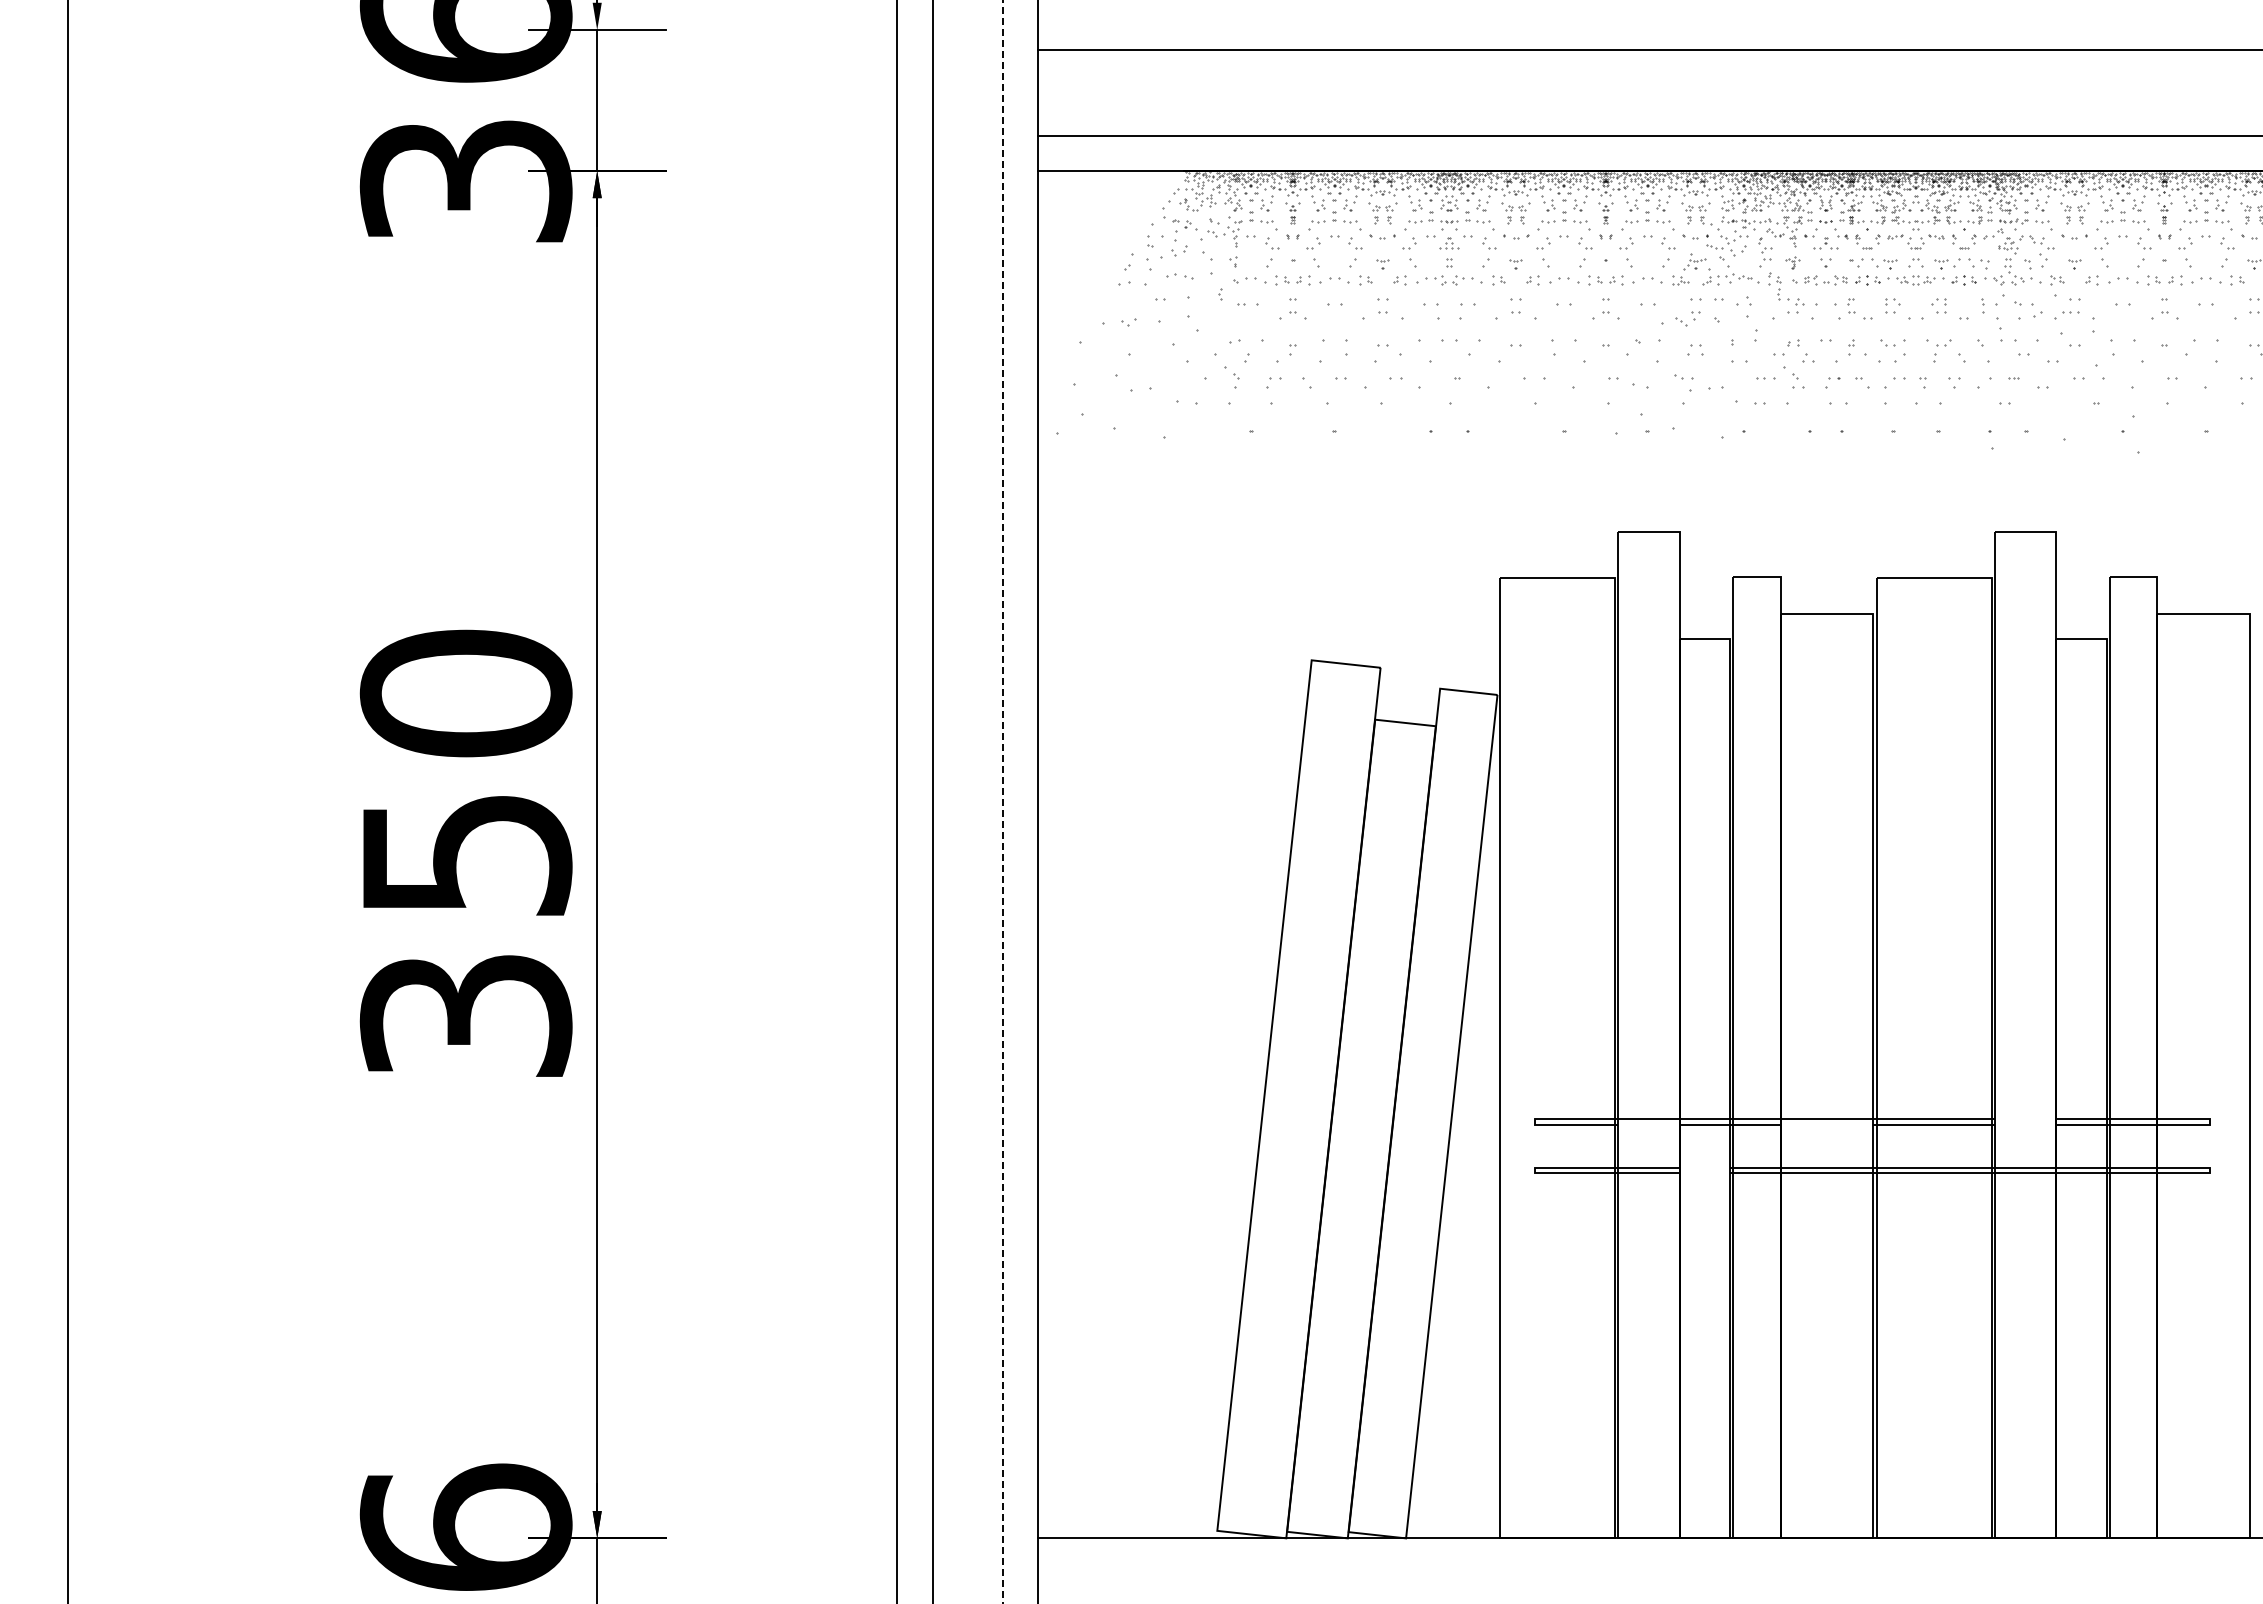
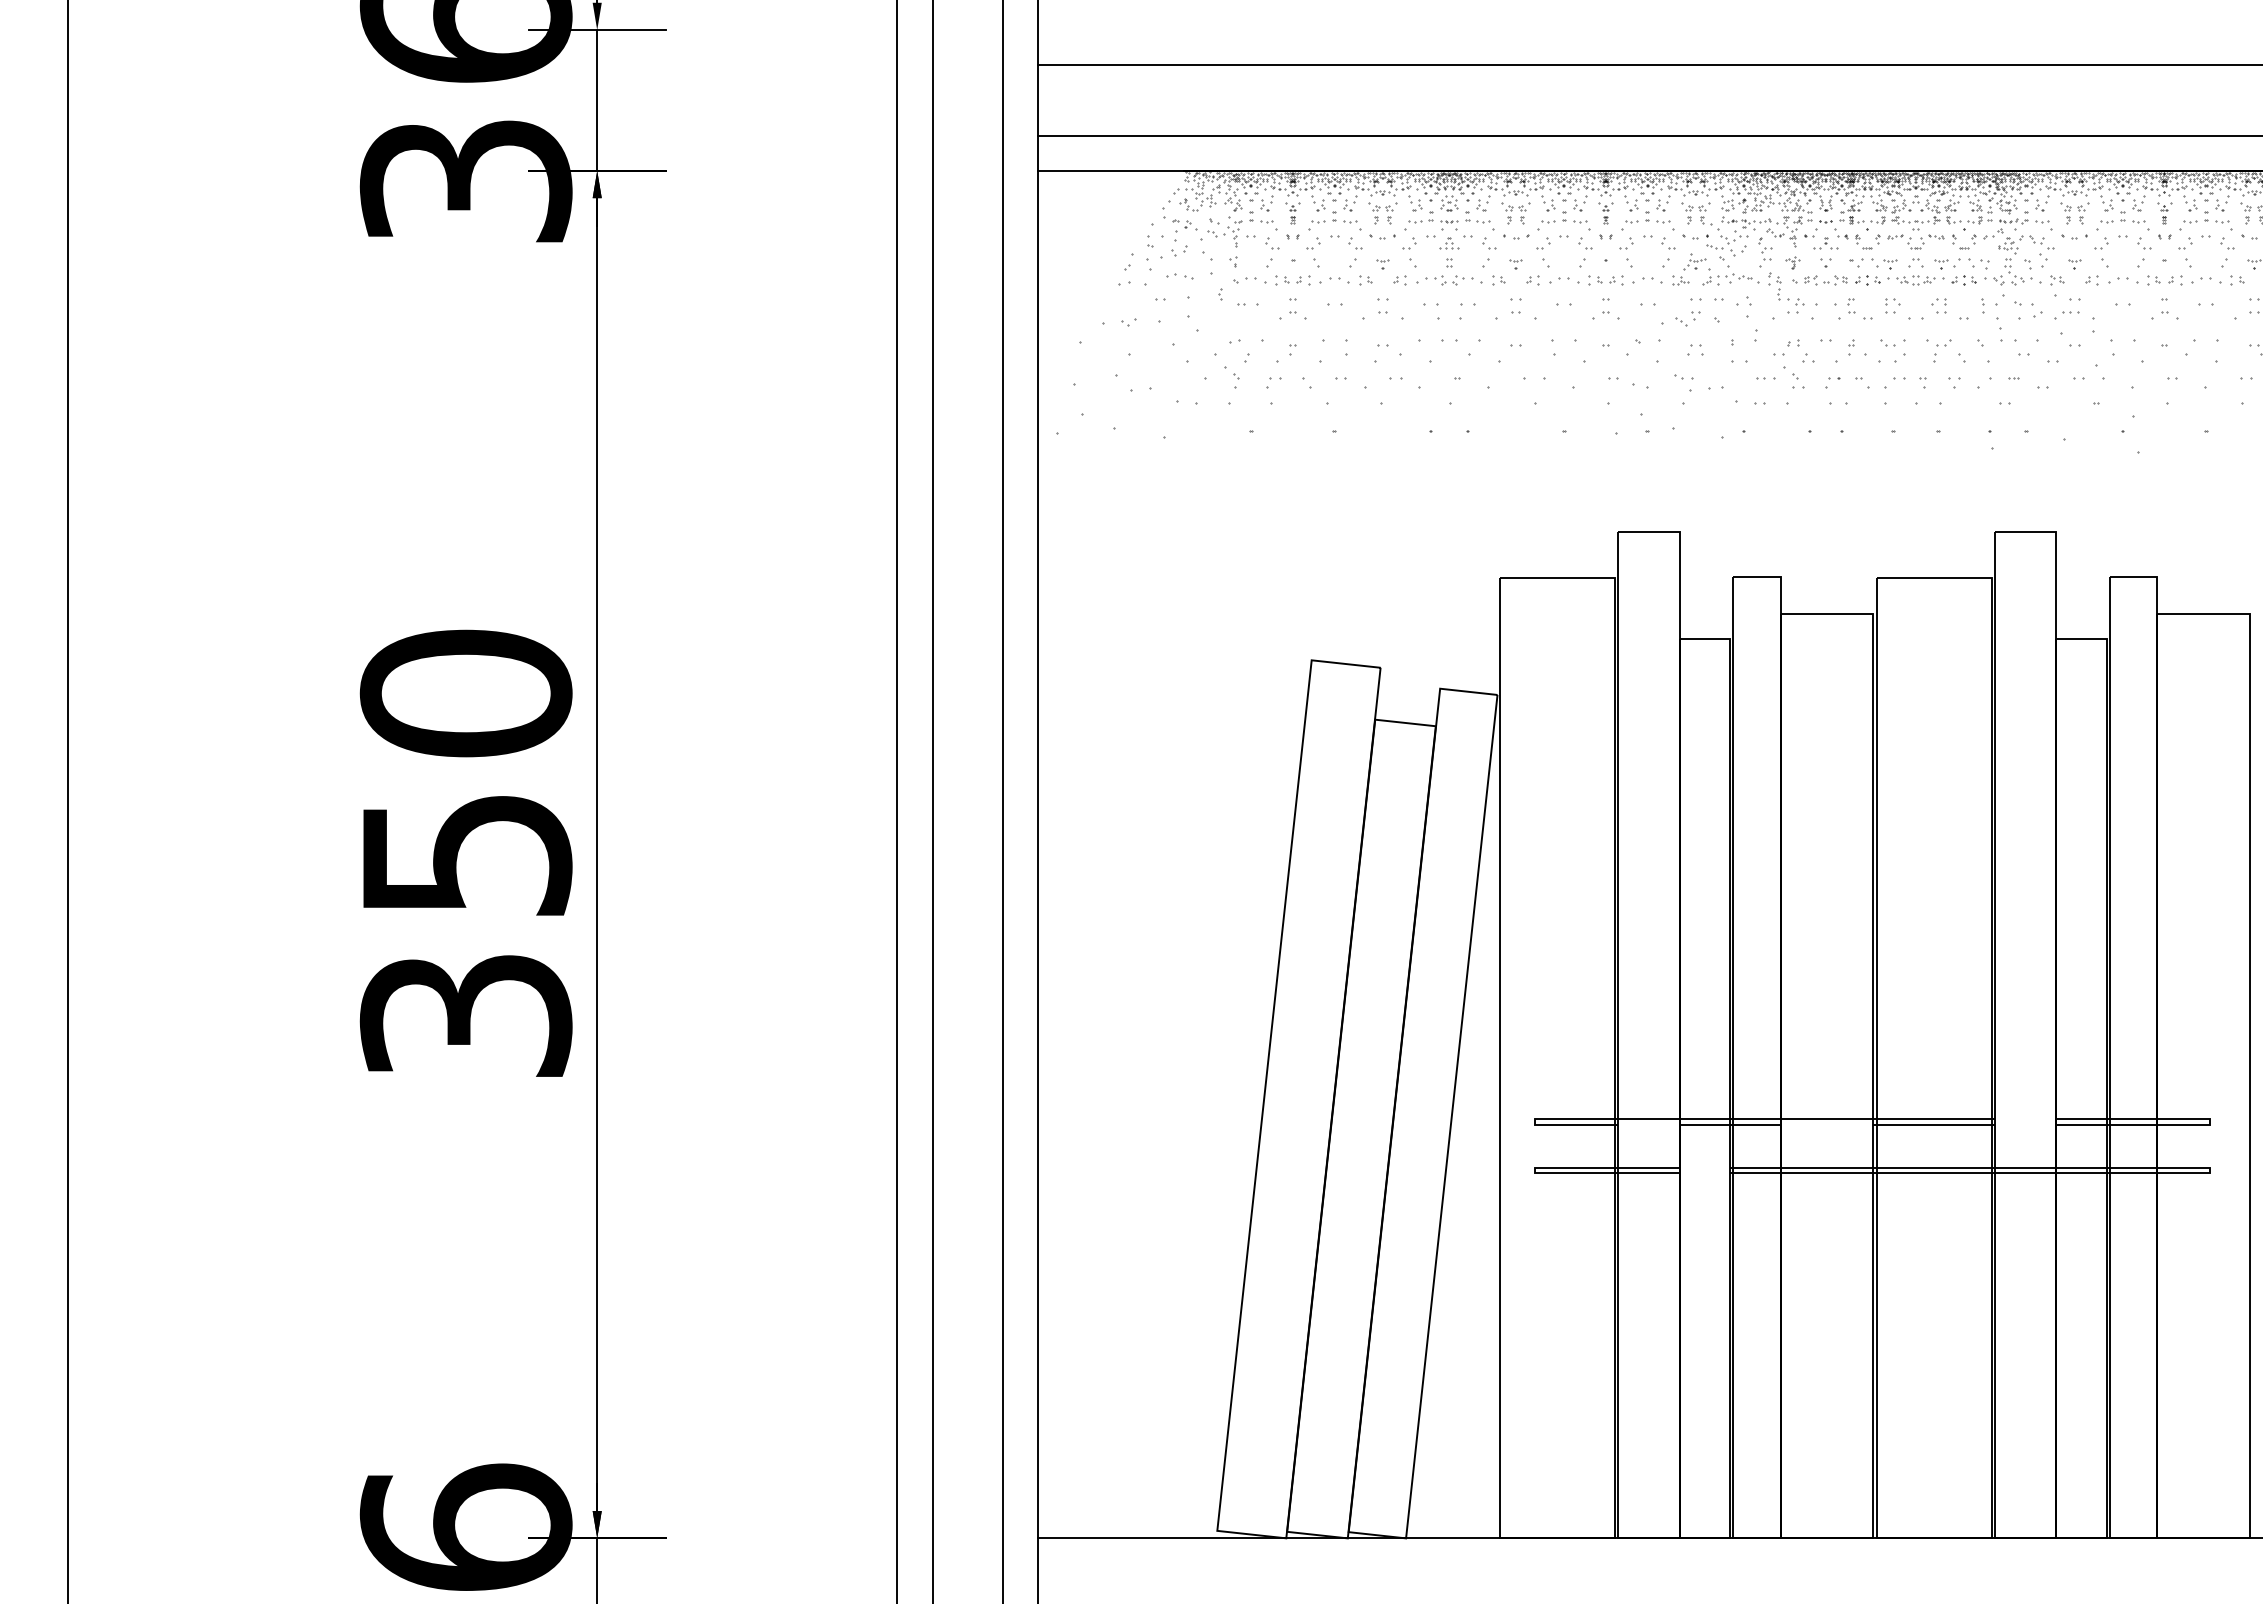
line at (1648, 50) position: (1648, 50) -> (1648, 65)
line at (1002, 802): dashed -> solid
